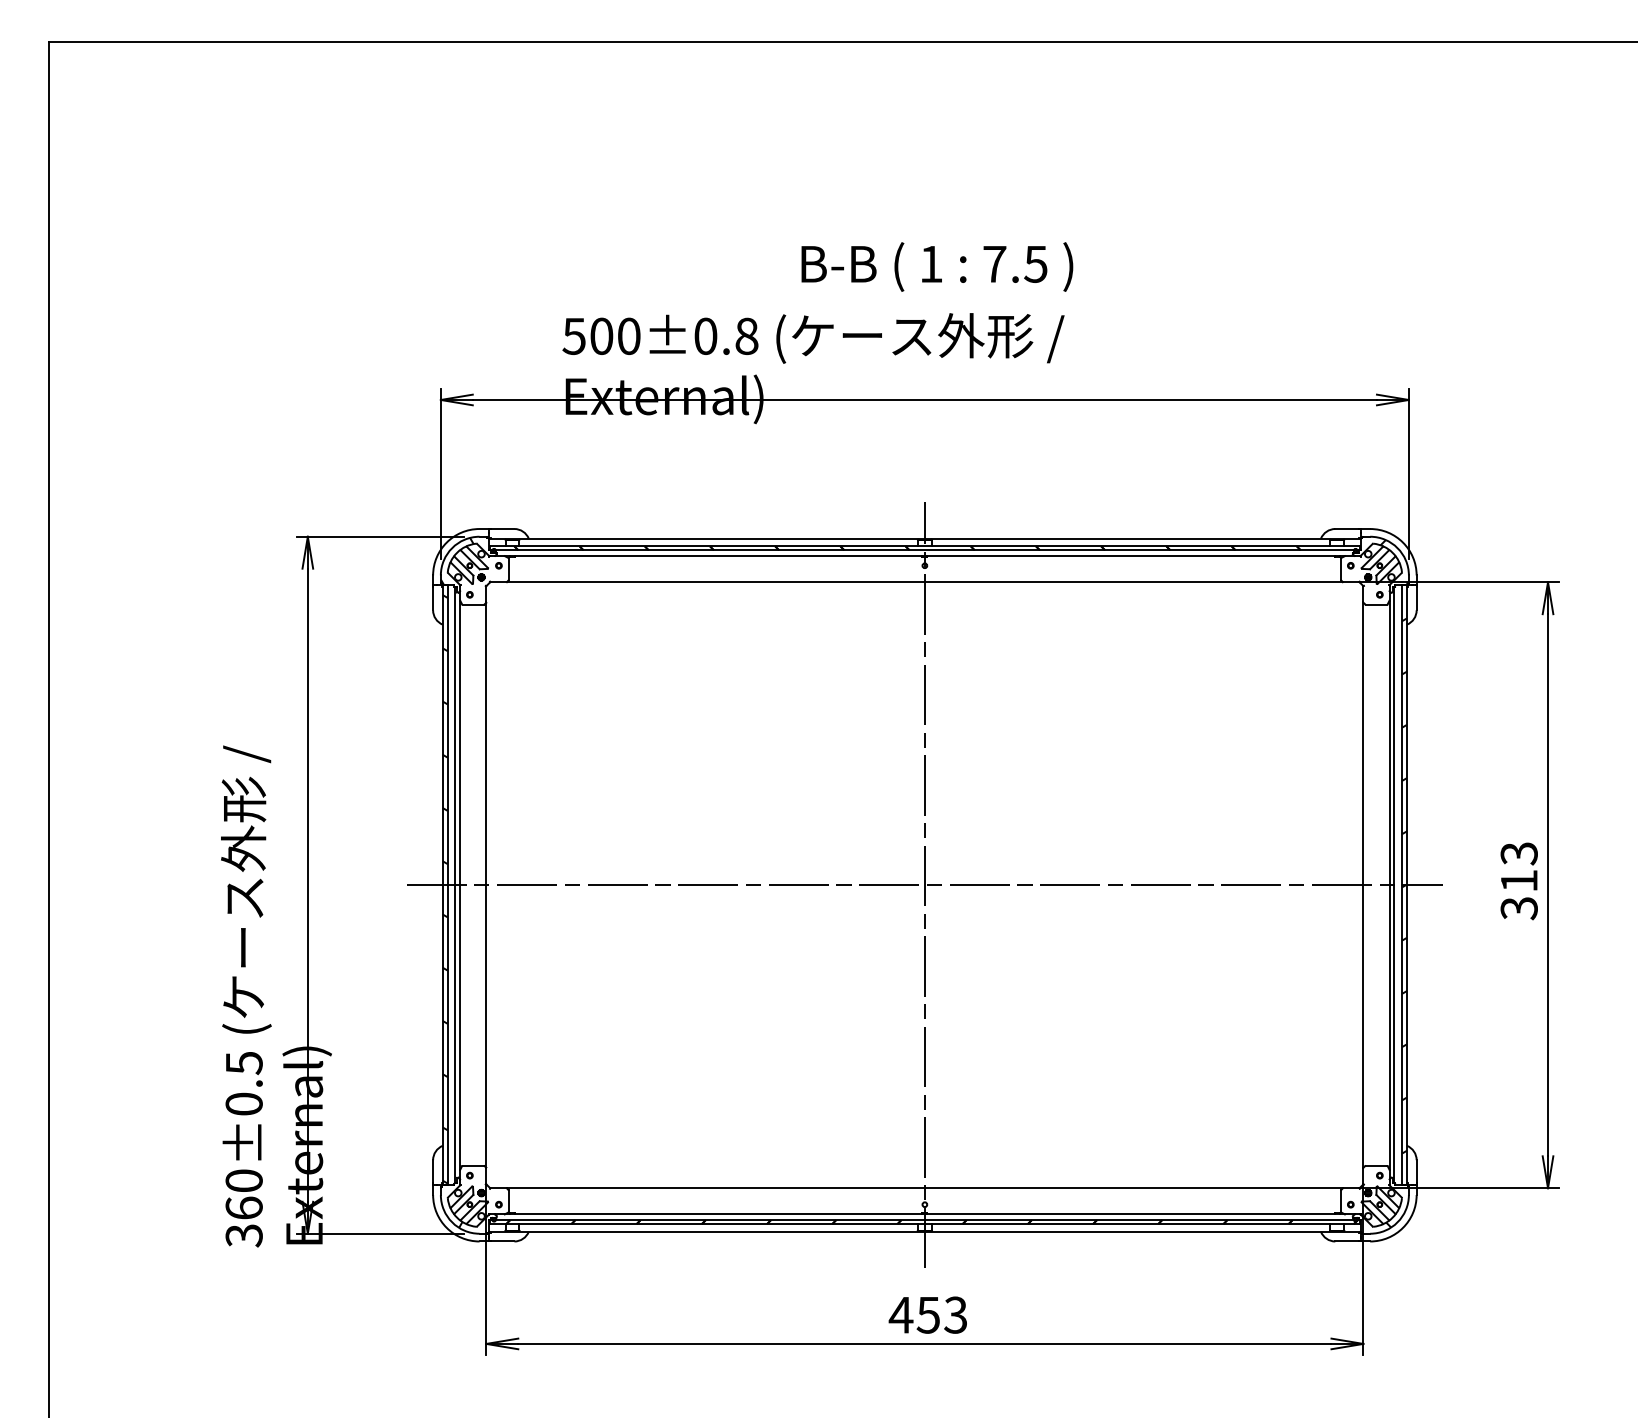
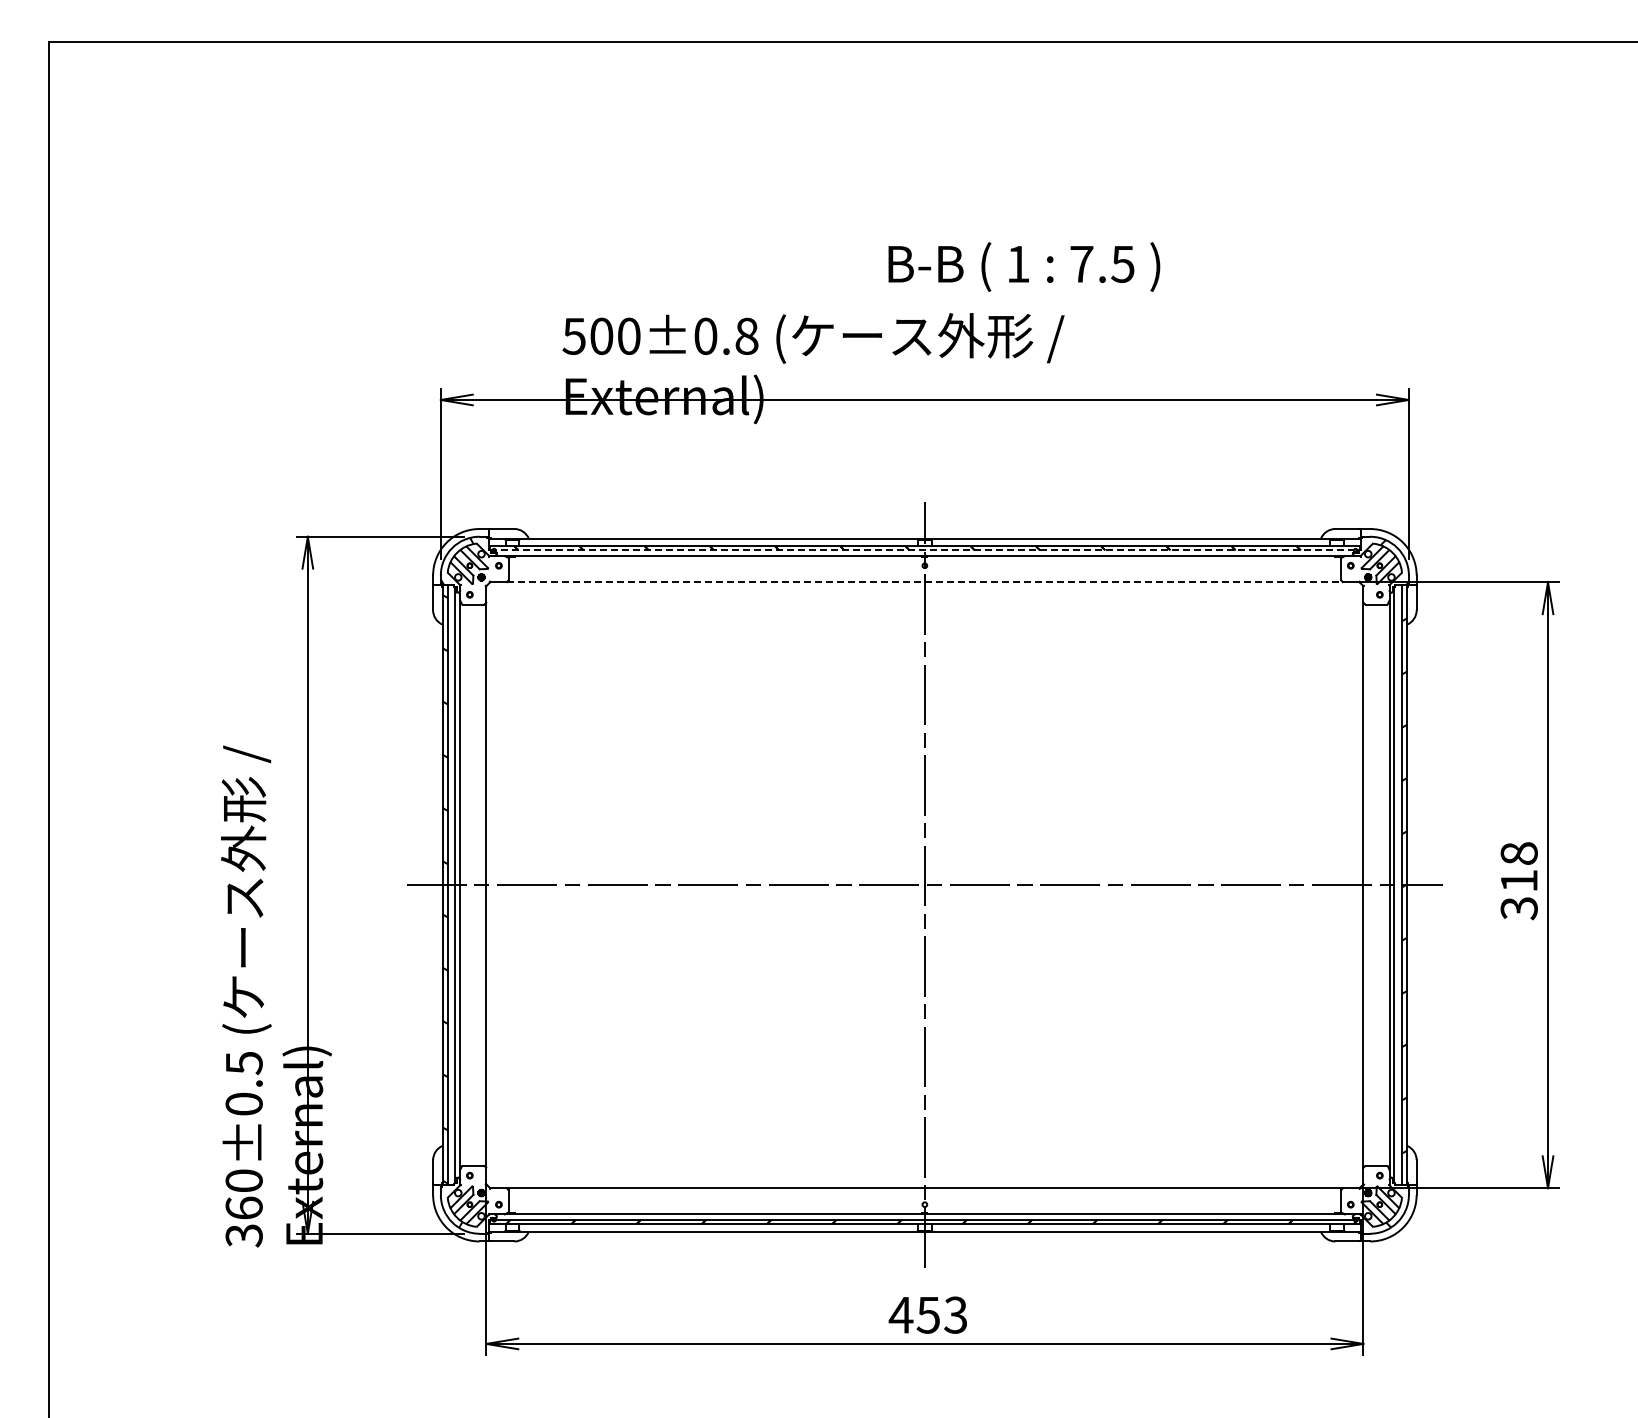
text at (937, 266) position: (937, 266) -> (1024, 266)
line at (925, 550): solid -> dashed
line at (925, 582): solid -> dashed
text at (1518, 853): 313 -> 318
